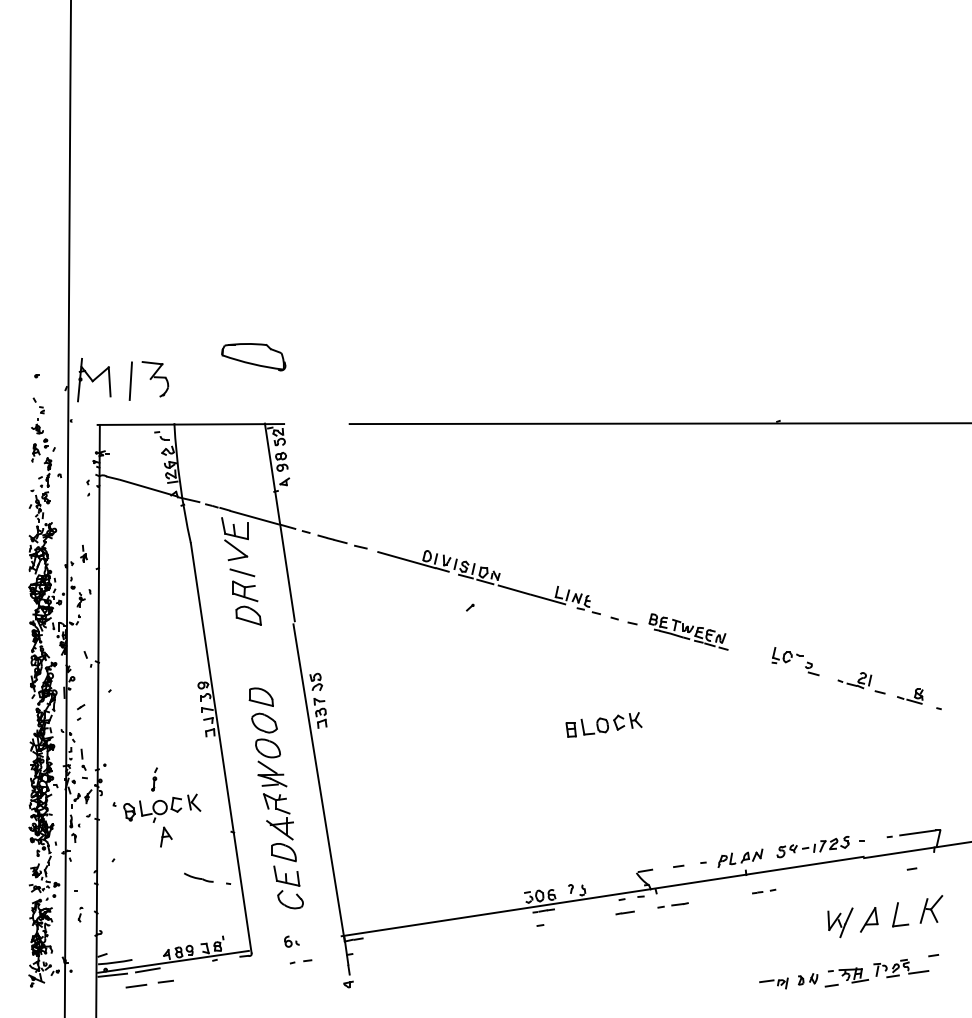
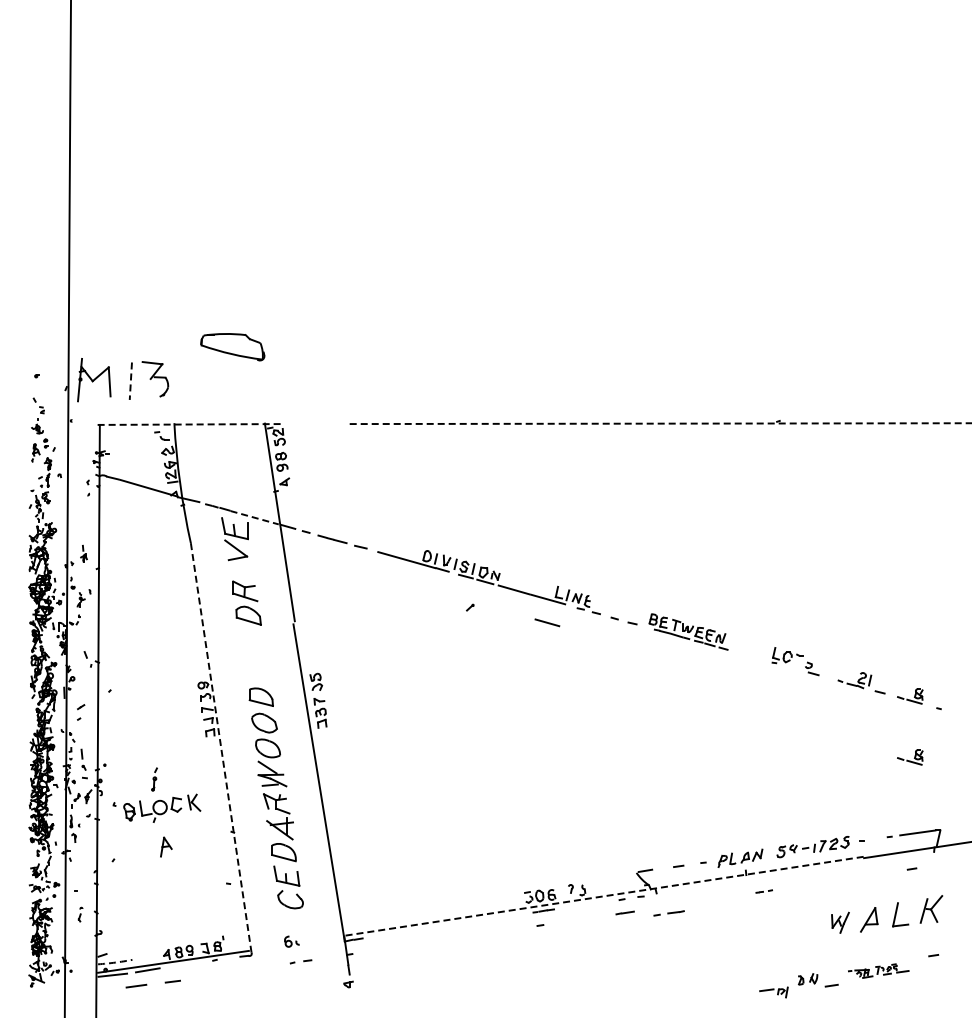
part at (253, 357) position: (253, 357) -> (232, 347)
line at (130, 381): solid -> dashed
line at (660, 423): solid -> dashed
line at (191, 424): solid -> dashed
line at (255, 517): solid -> dashed
line at (242, 572) position: (242, 572) -> (547, 622)
part at (603, 724): present -> none
line at (221, 748): solid -> dashed
part at (910, 757): none -> present
part at (166, 836) position: (166, 836) -> (166, 846)
part at (198, 877): present -> none
part at (764, 891) size: 25x7 px -> 18x5 px
line at (602, 896): solid -> dashed
part at (672, 905) position: (672, 905) -> (668, 913)
part at (840, 922) size: 27x32 px -> 19x23 px
arc at (115, 962): solid -> dashed
part at (878, 970) size: 102x26 px -> 62x16 px
line at (165, 981) position: (165, 981) -> (172, 981)
part at (773, 983) position: (773, 983) -> (773, 992)
